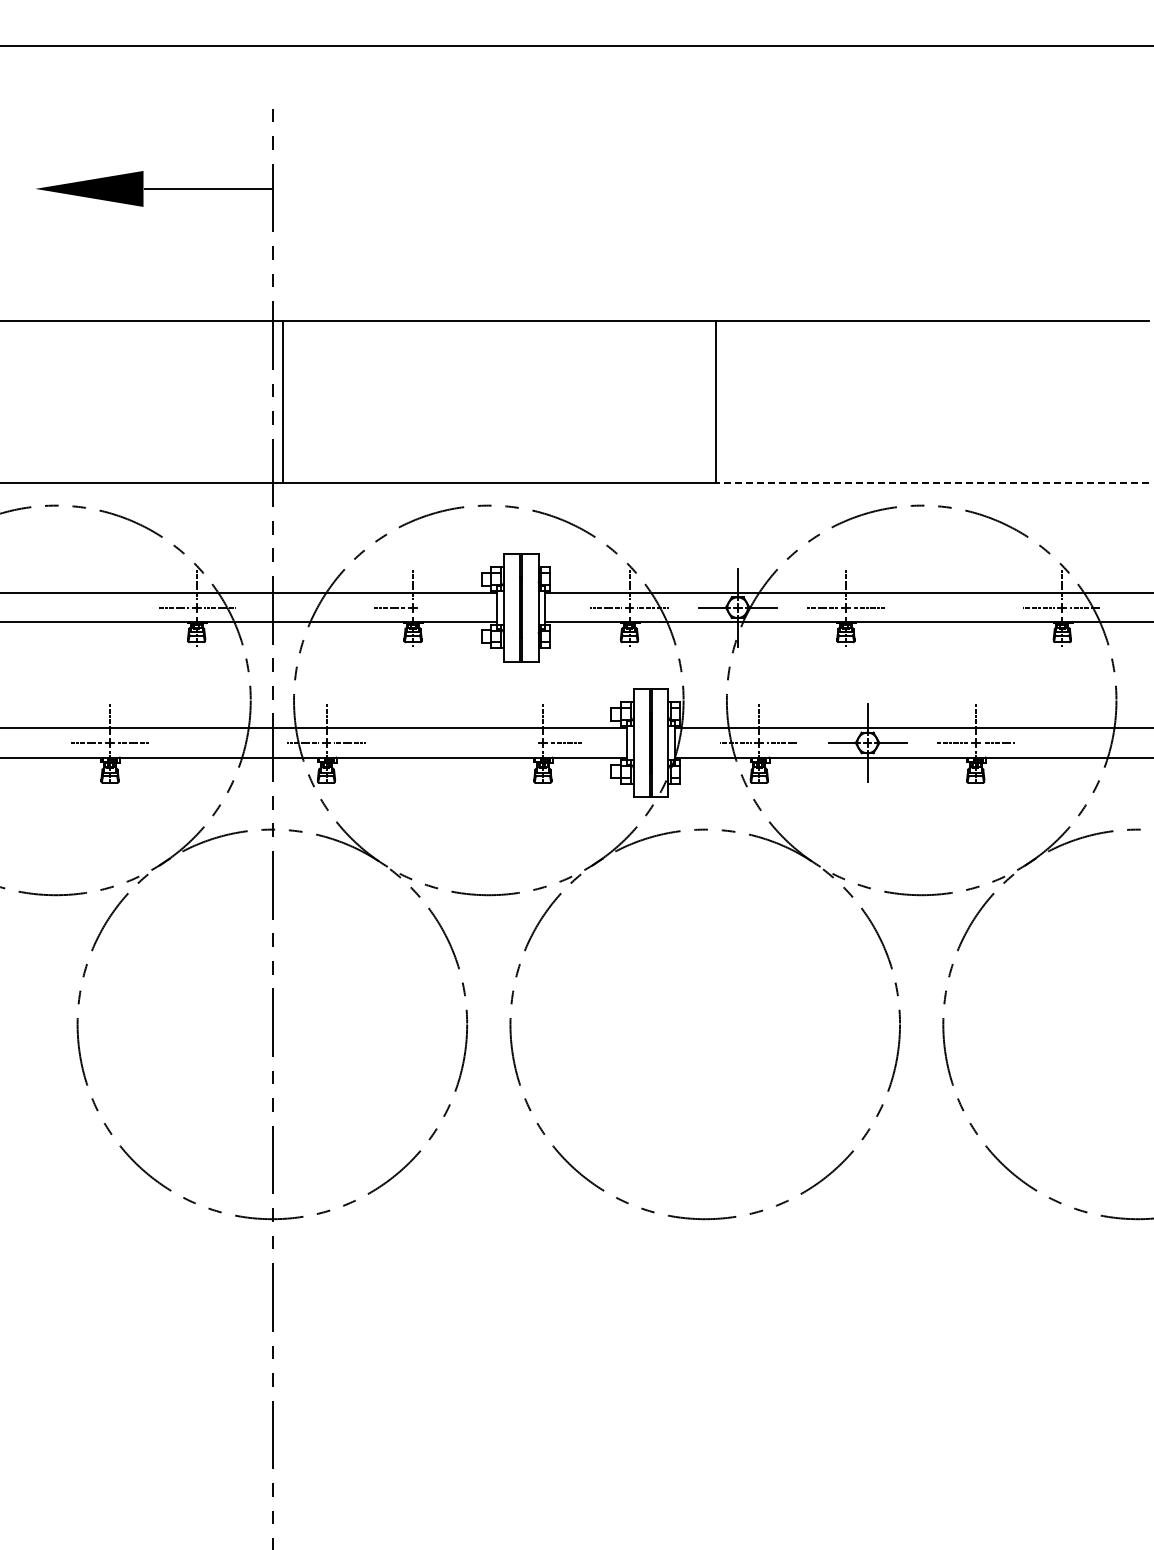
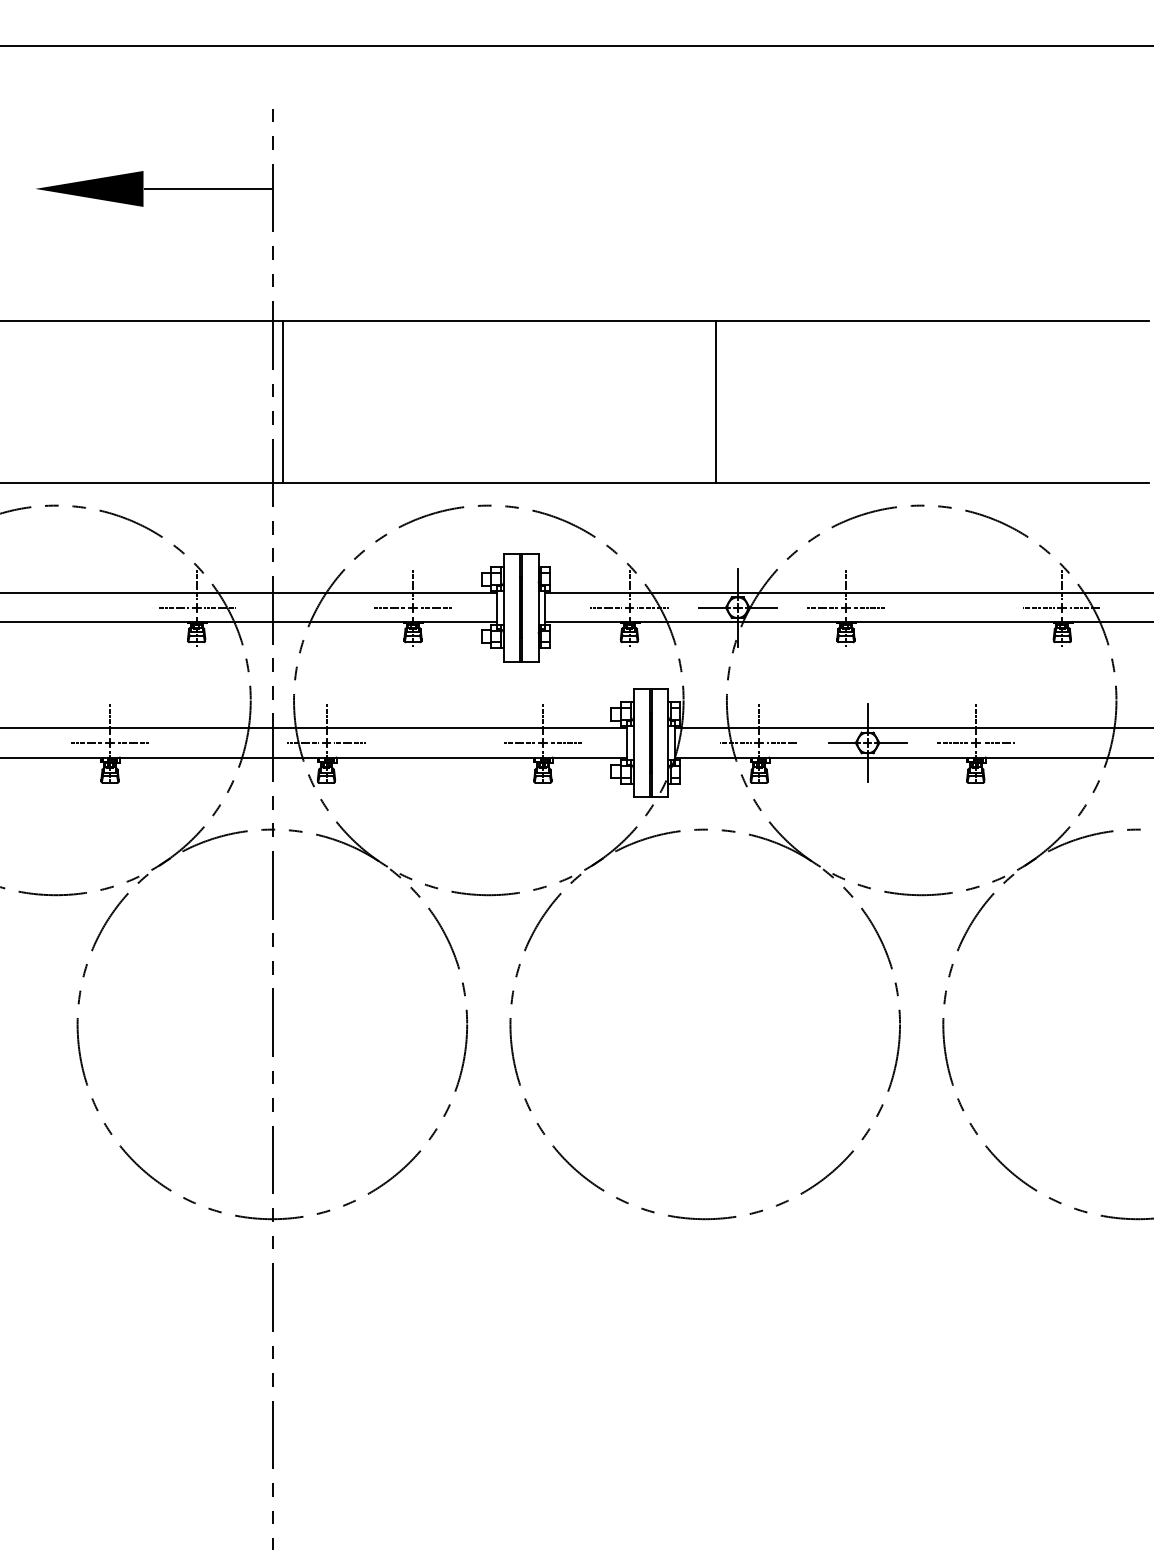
line at (931, 483): dashed -> solid
line at (436, 607): none -> present
line at (519, 742): none -> present
